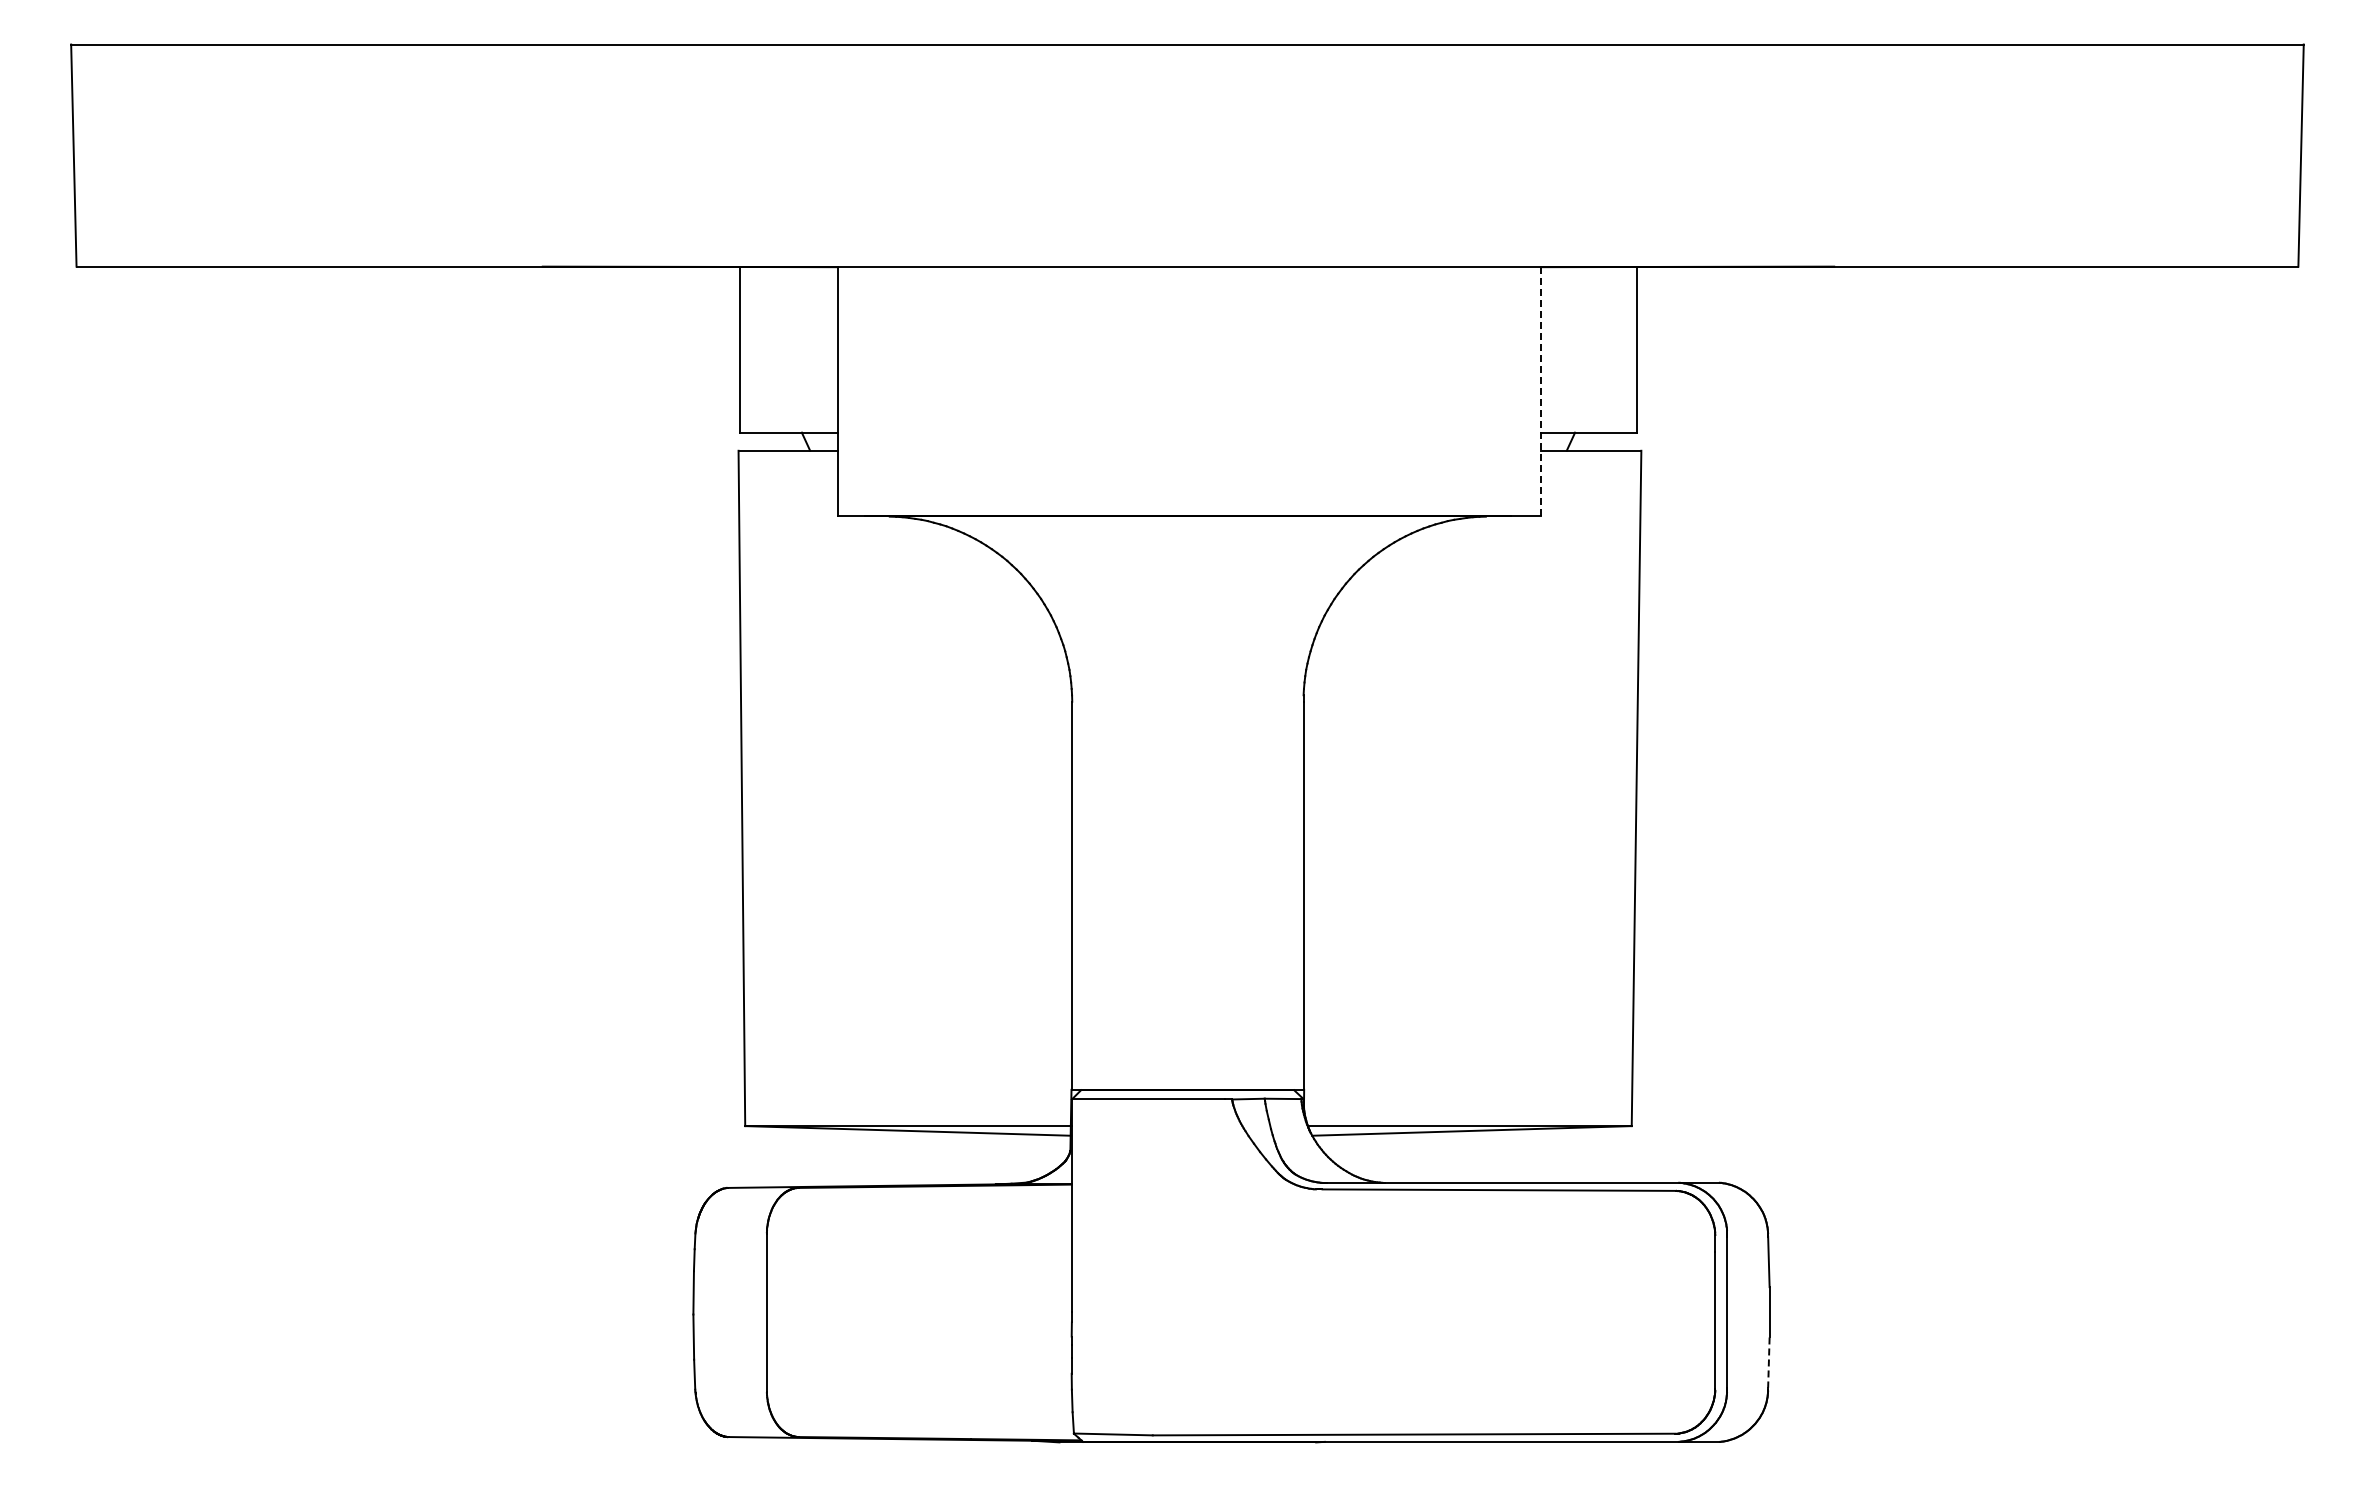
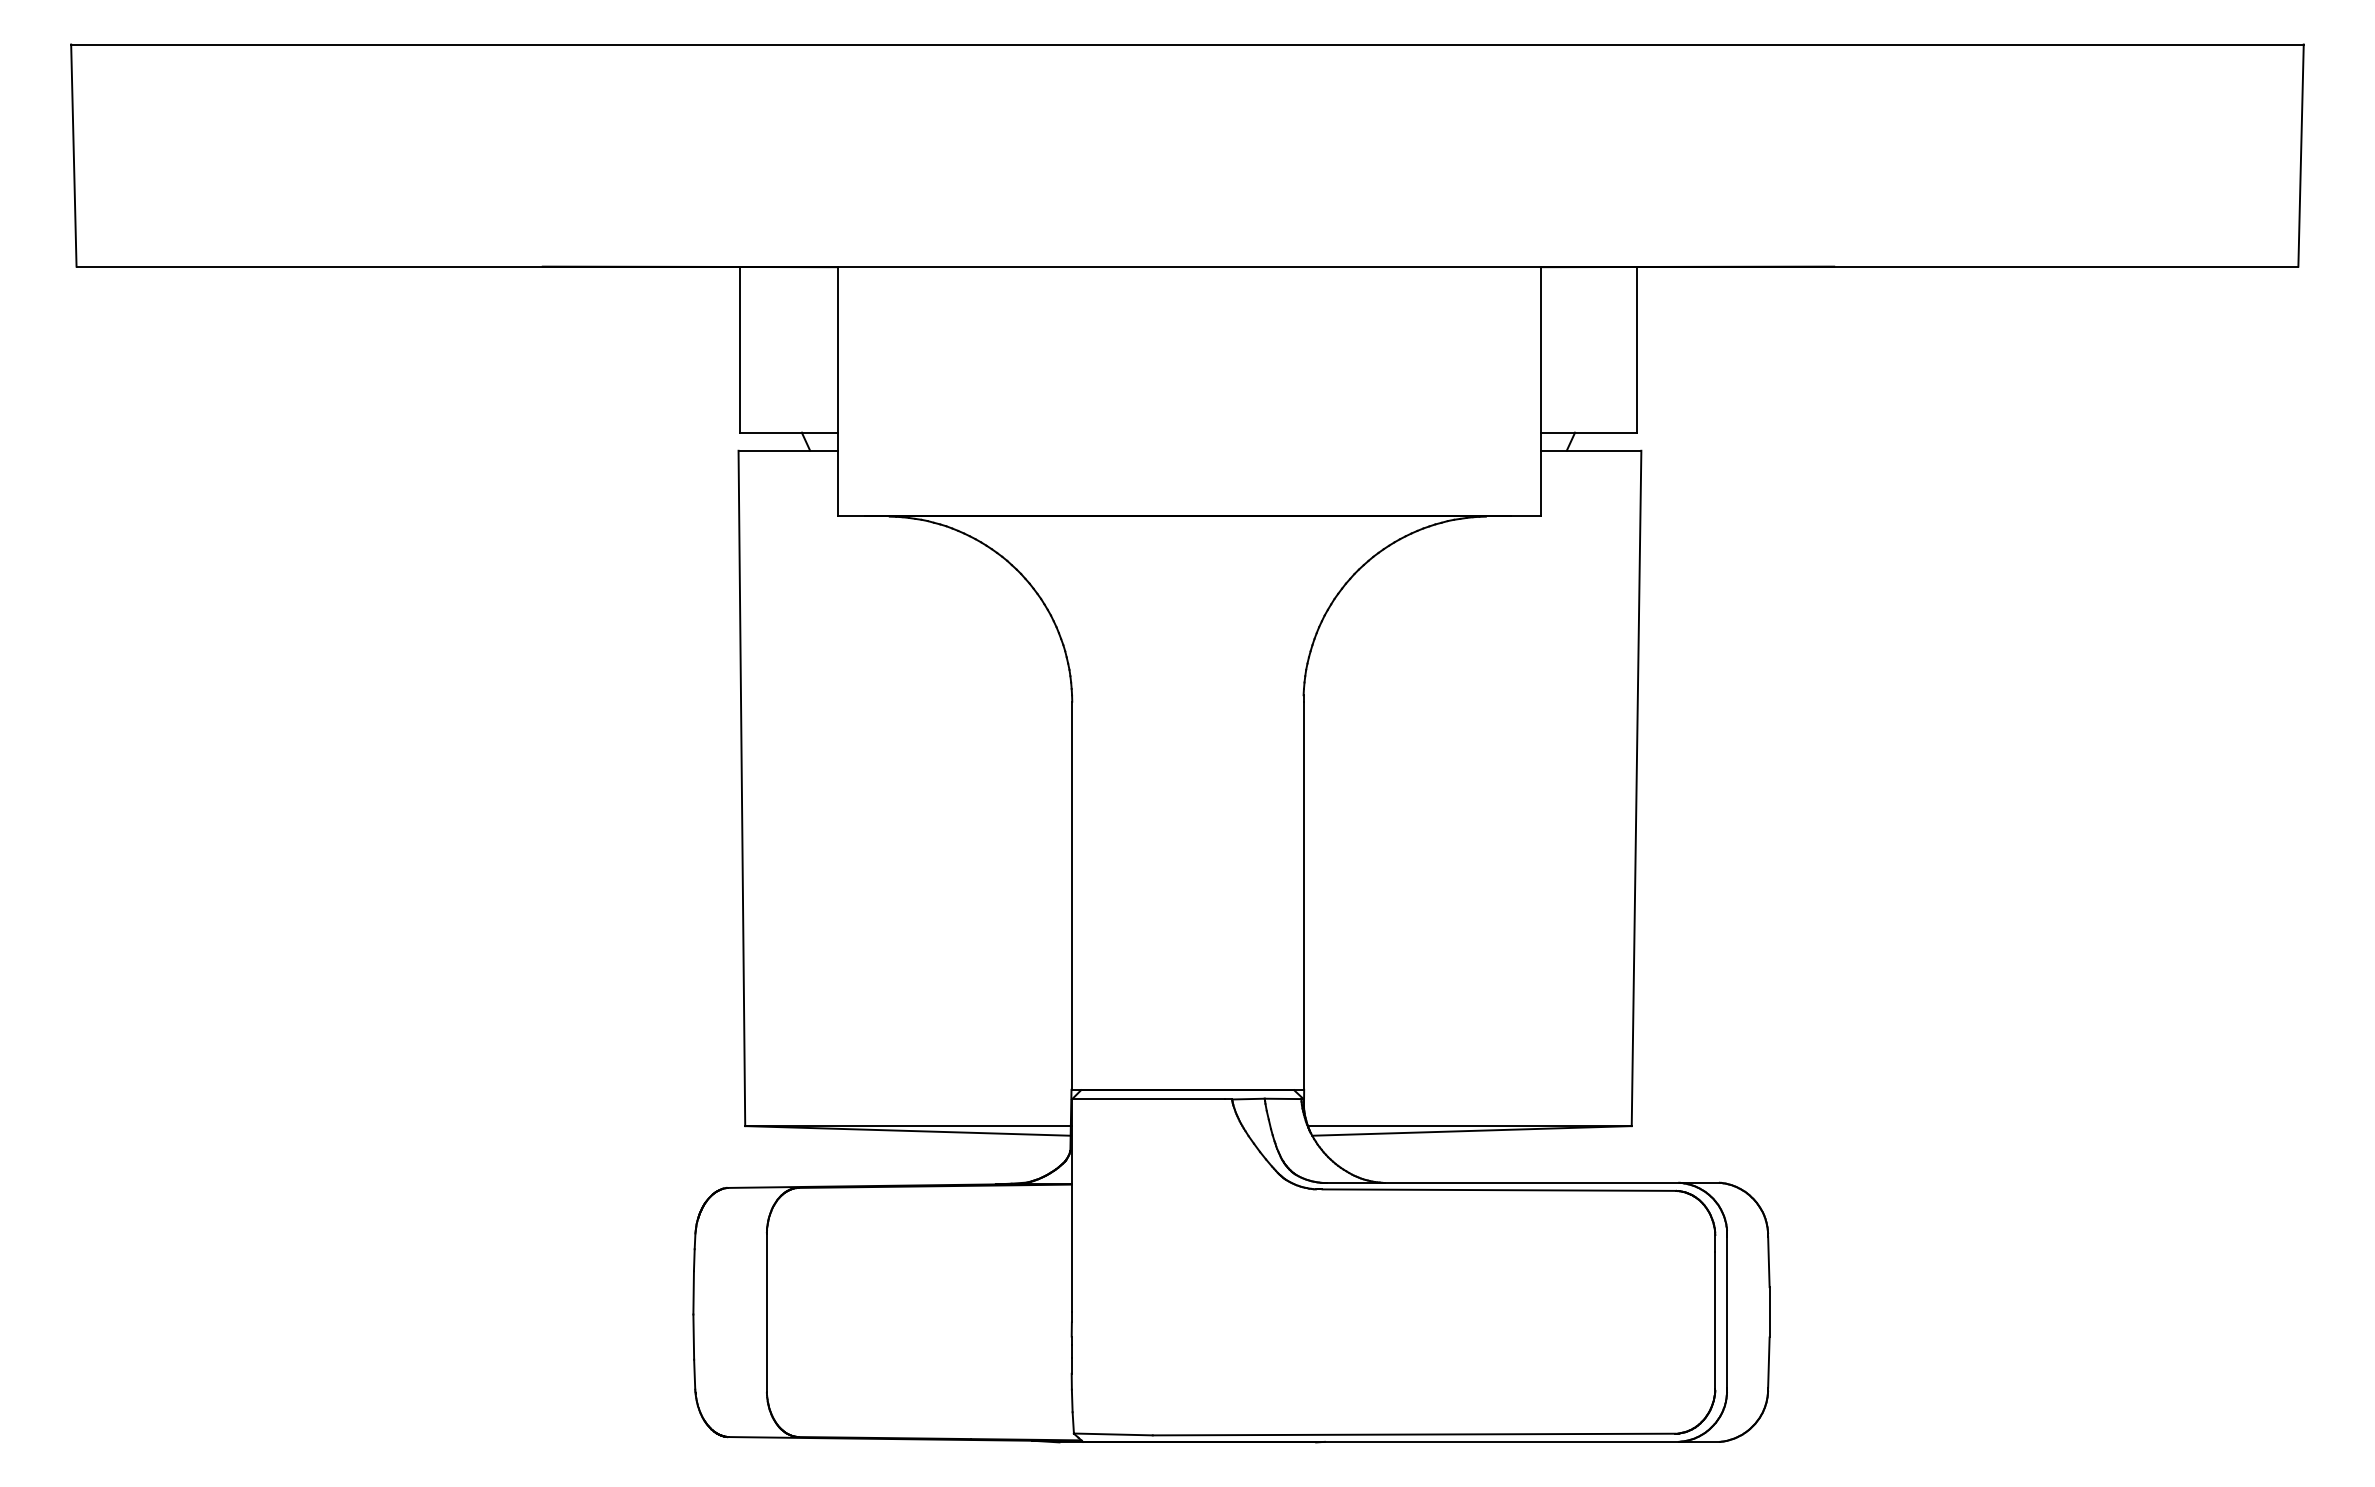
line at (1540, 391): dashed -> solid
line at (1768, 1363): dashed -> solid
